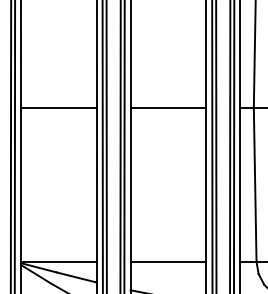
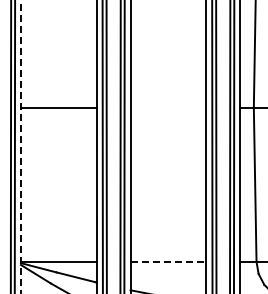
line at (168, 107): present -> none
line at (21, 147): solid -> dashed
line at (168, 261): solid -> dashed
